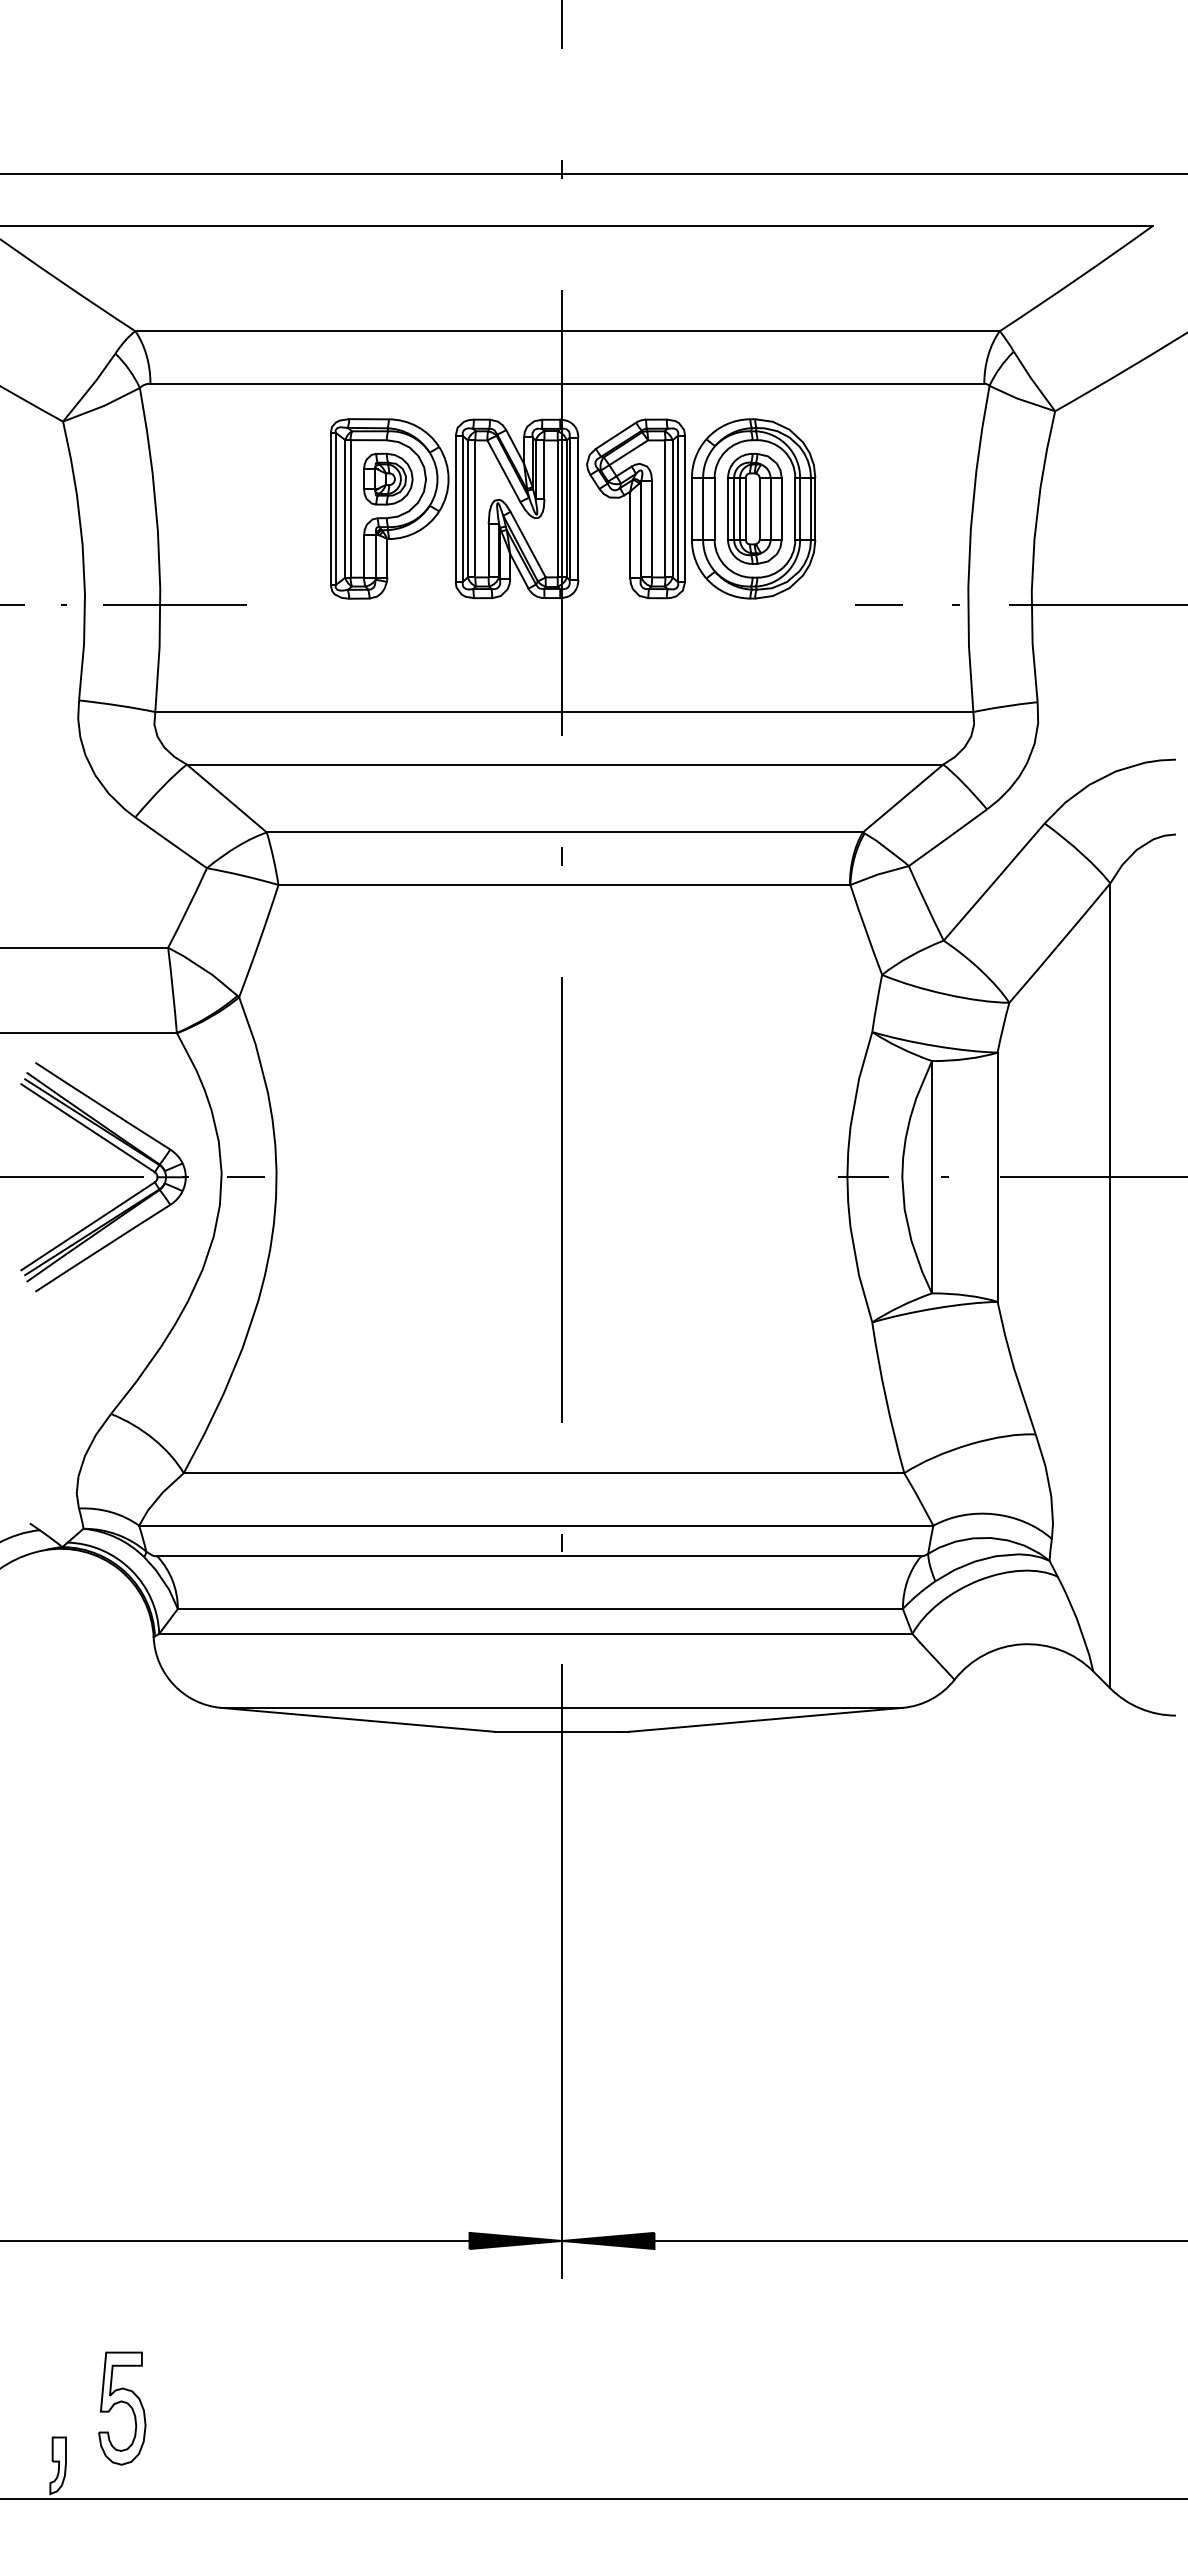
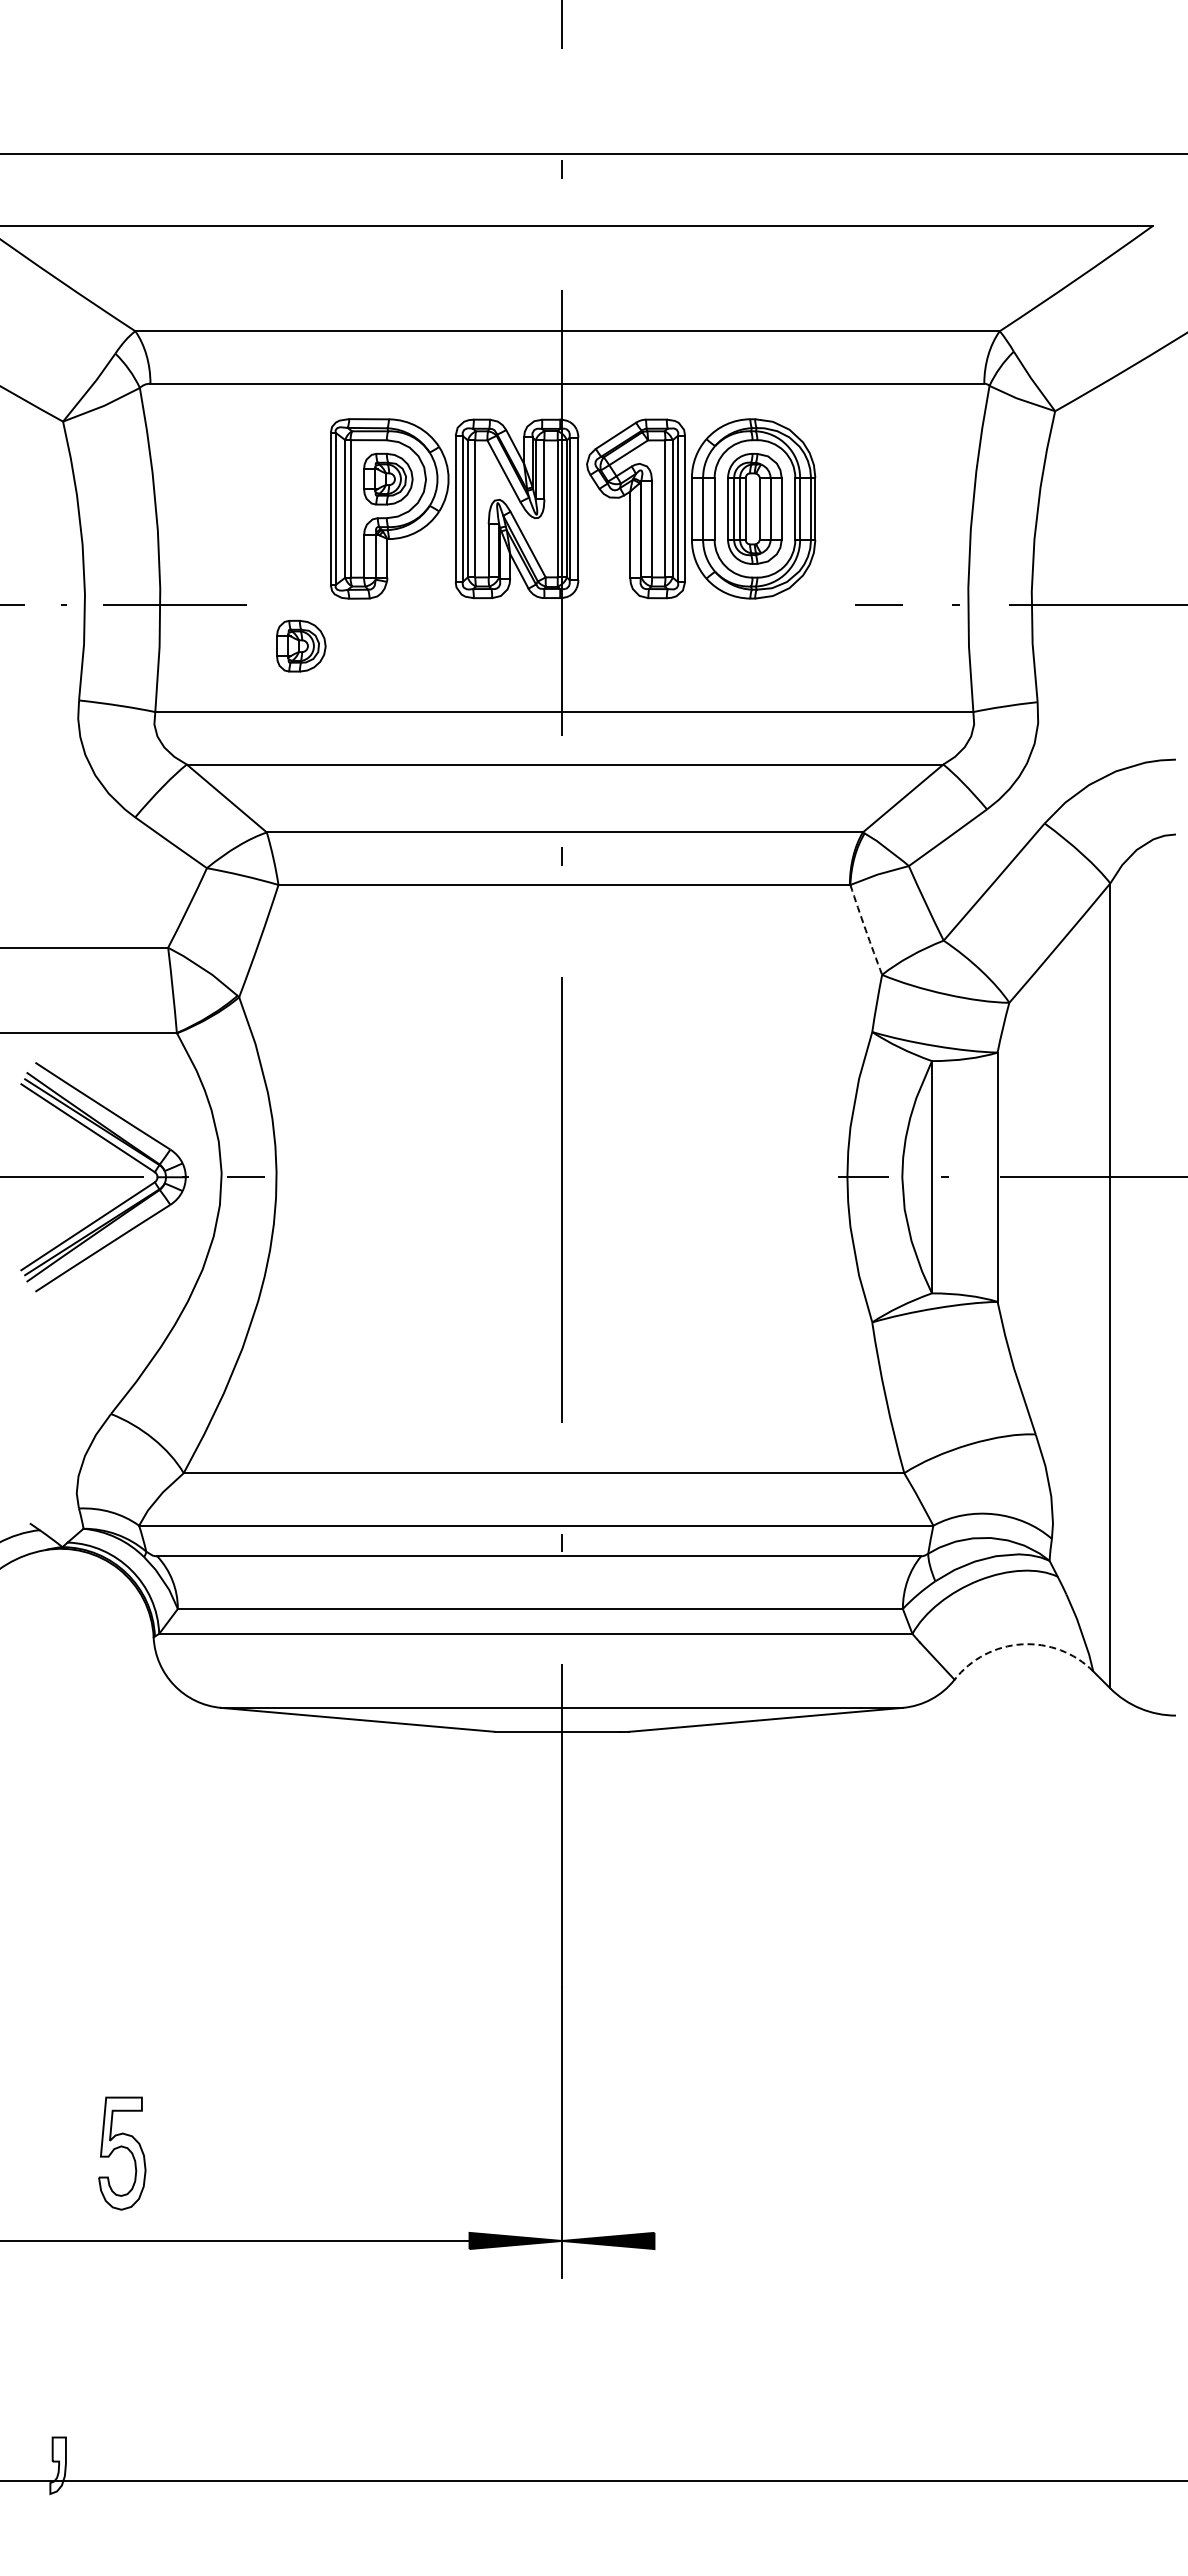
line at (593, 173) position: (593, 173) -> (593, 153)
part at (301, 645): none -> present
arc at (865, 930): solid -> dashed
arc at (1022, 1644): solid -> dashed
line at (919, 2240): present -> none
part at (122, 2408) position: (122, 2408) -> (122, 2153)
line at (593, 2498) position: (593, 2498) -> (593, 2480)
